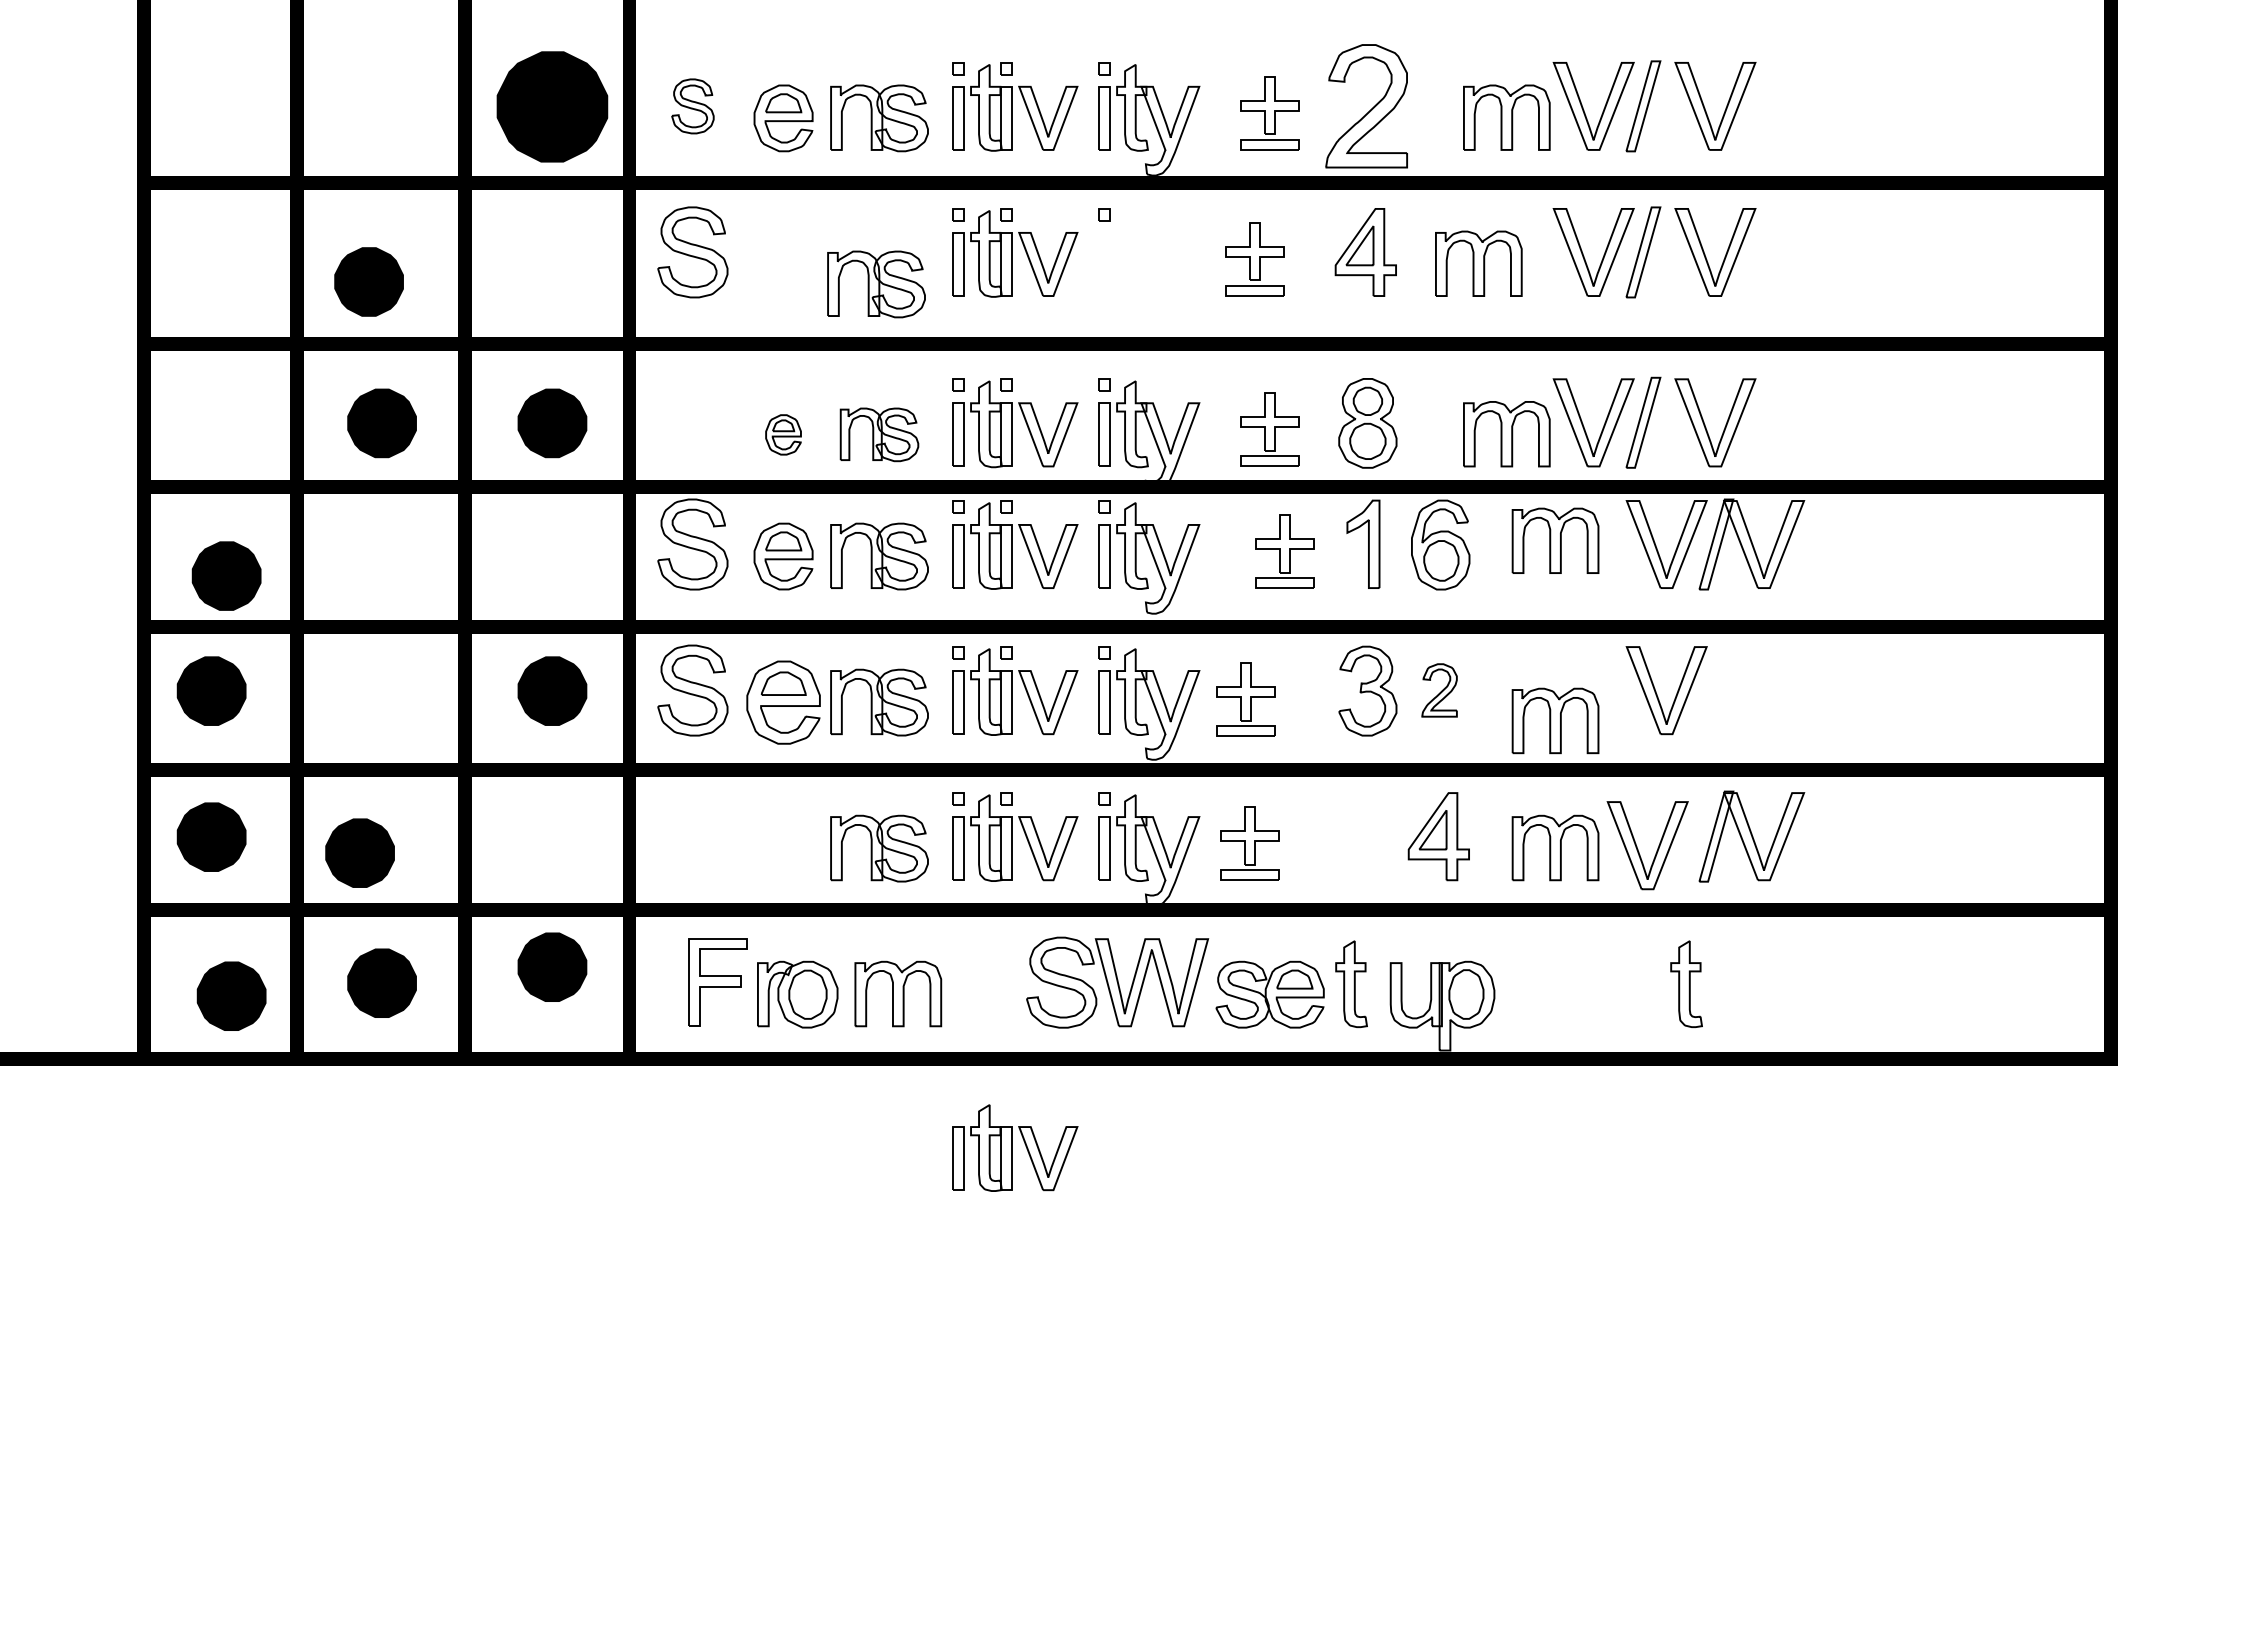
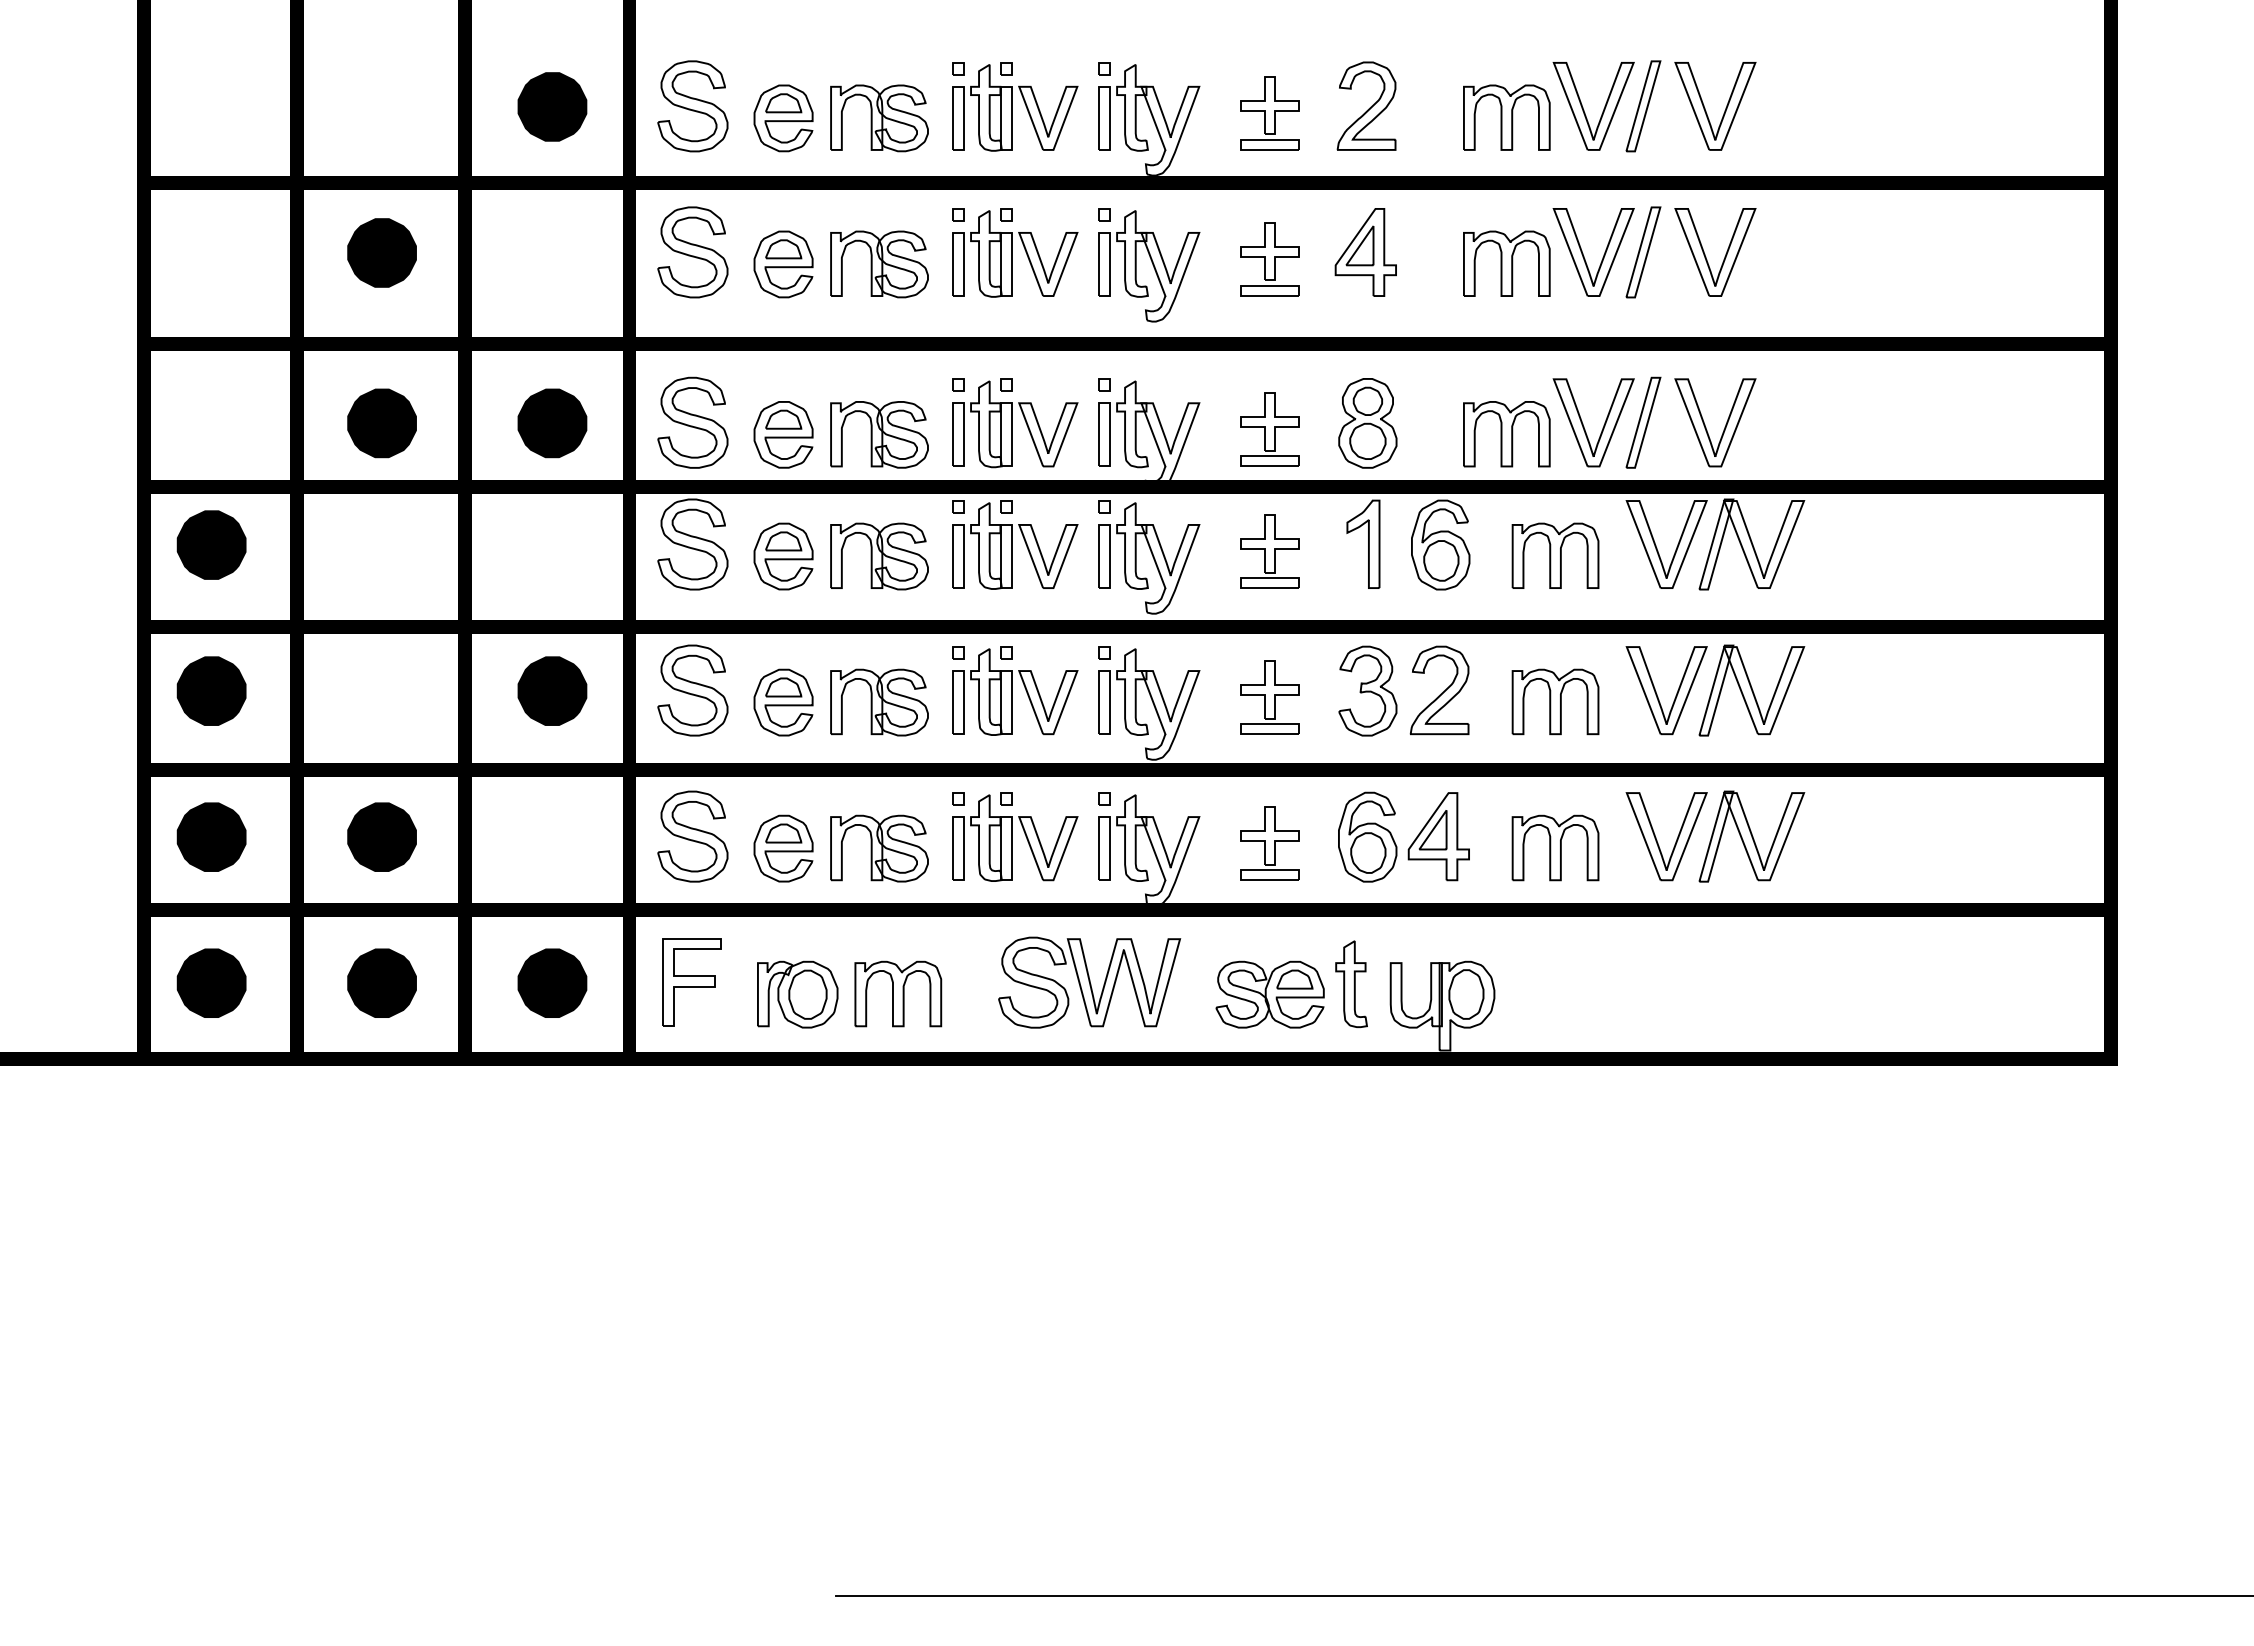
part at (552, 106) size: 113x112 px -> 71x70 px
part at (692, 106) size: 44x57 px -> 72x93 px
part at (1366, 106) size: 83x125 px -> 61x90 px
part at (1254, 259) position: (1254, 259) -> (1269, 259)
part at (1478, 263) position: (1478, 263) -> (1506, 263)
part at (783, 264): none -> present
part at (1149, 266): none -> present
part at (368, 281) position: (368, 281) -> (381, 252)
part at (876, 284) position: (876, 284) -> (879, 264)
part at (692, 422): none -> present
part at (783, 434) size: 37x42 px -> 61x68 px
part at (879, 434) size: 81x56 px -> 99x68 px
part at (1555, 540) position: (1555, 540) -> (1555, 555)
part at (1284, 551) position: (1284, 551) -> (1269, 551)
part at (226, 575) position: (226, 575) -> (211, 544)
part at (1439, 690) size: 37x55 px -> 61x91 px
part at (1751, 690): none -> present
part at (1245, 699) position: (1245, 699) -> (1269, 697)
part at (783, 702) size: 75x85 px -> 61x69 px
part at (1555, 720) position: (1555, 720) -> (1555, 701)
part at (692, 836): none -> present
part at (1367, 836): none -> present
part at (1249, 843) position: (1249, 843) -> (1269, 843)
part at (783, 848): none -> present
part at (1638, 849) position: (1638, 849) -> (1657, 840)
part at (359, 852) position: (359, 852) -> (381, 836)
part at (552, 966) position: (552, 966) -> (552, 982)
part at (717, 982) position: (717, 982) -> (691, 982)
part at (1117, 982) position: (1117, 982) -> (1089, 982)
part at (1686, 983): present -> none
part at (231, 995) position: (231, 995) -> (211, 982)
part at (1015, 1147): present -> none
line at (1543, 1596): none -> present
